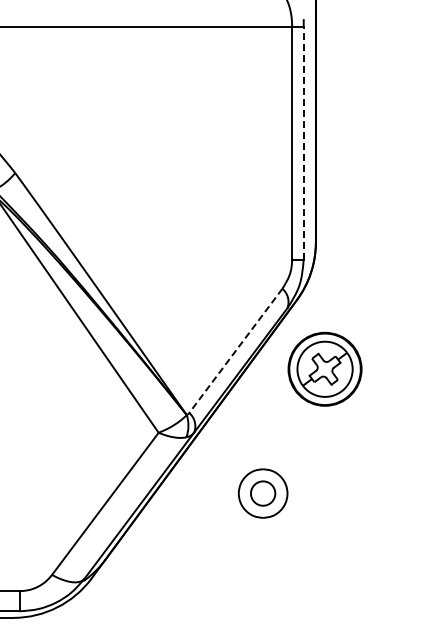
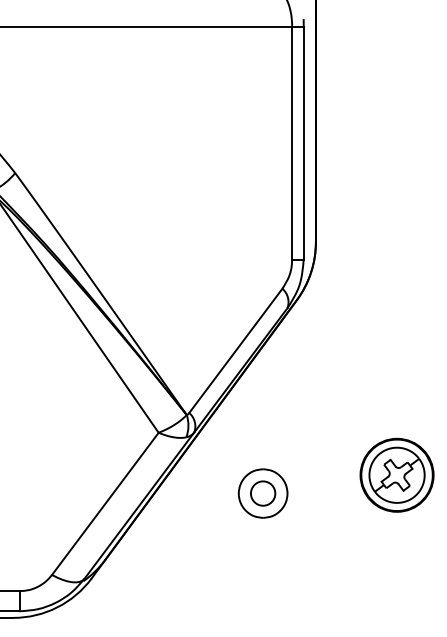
line at (303, 142): dashed -> solid
line at (235, 350): dashed -> solid
part at (324, 368) position: (324, 368) -> (396, 474)
